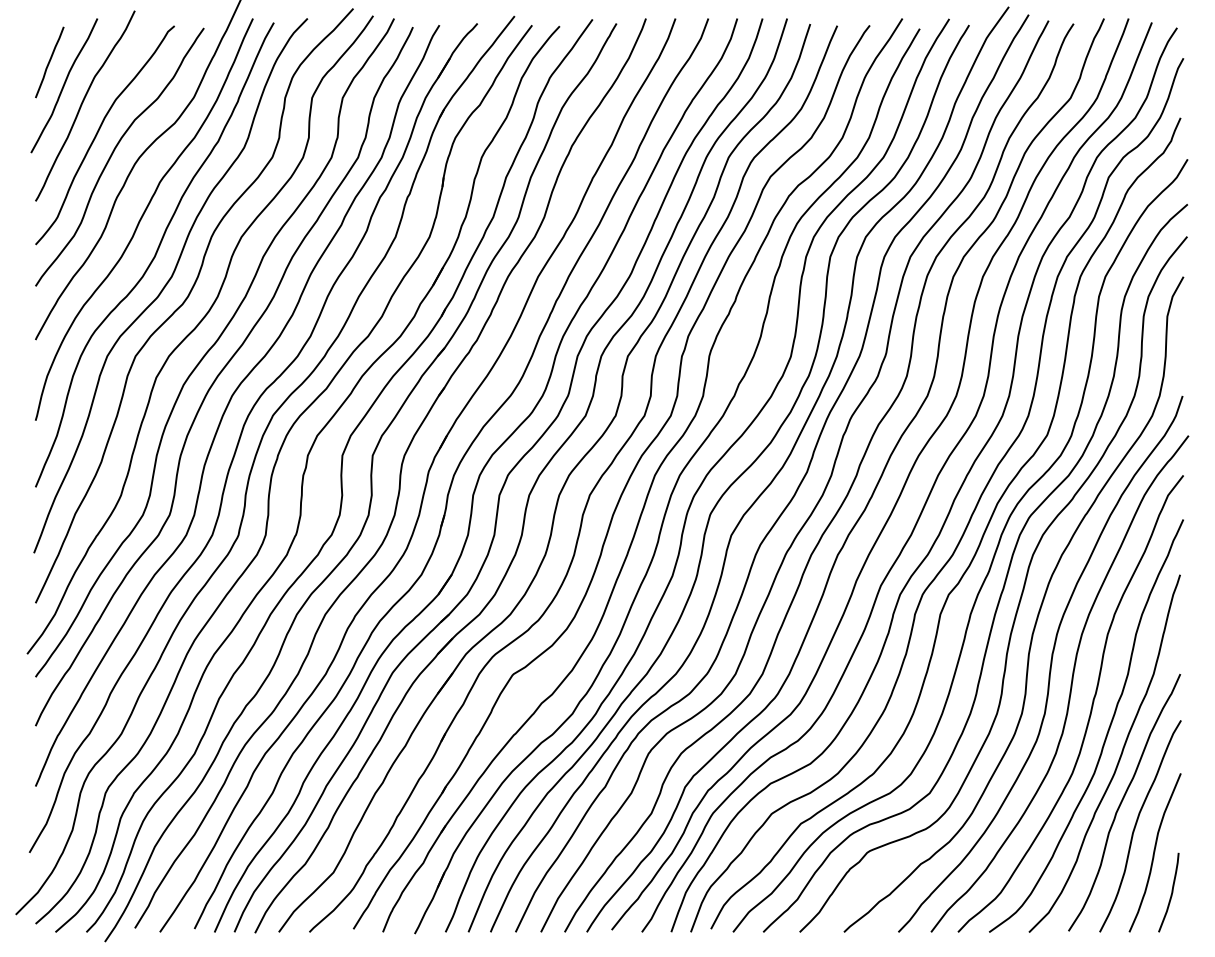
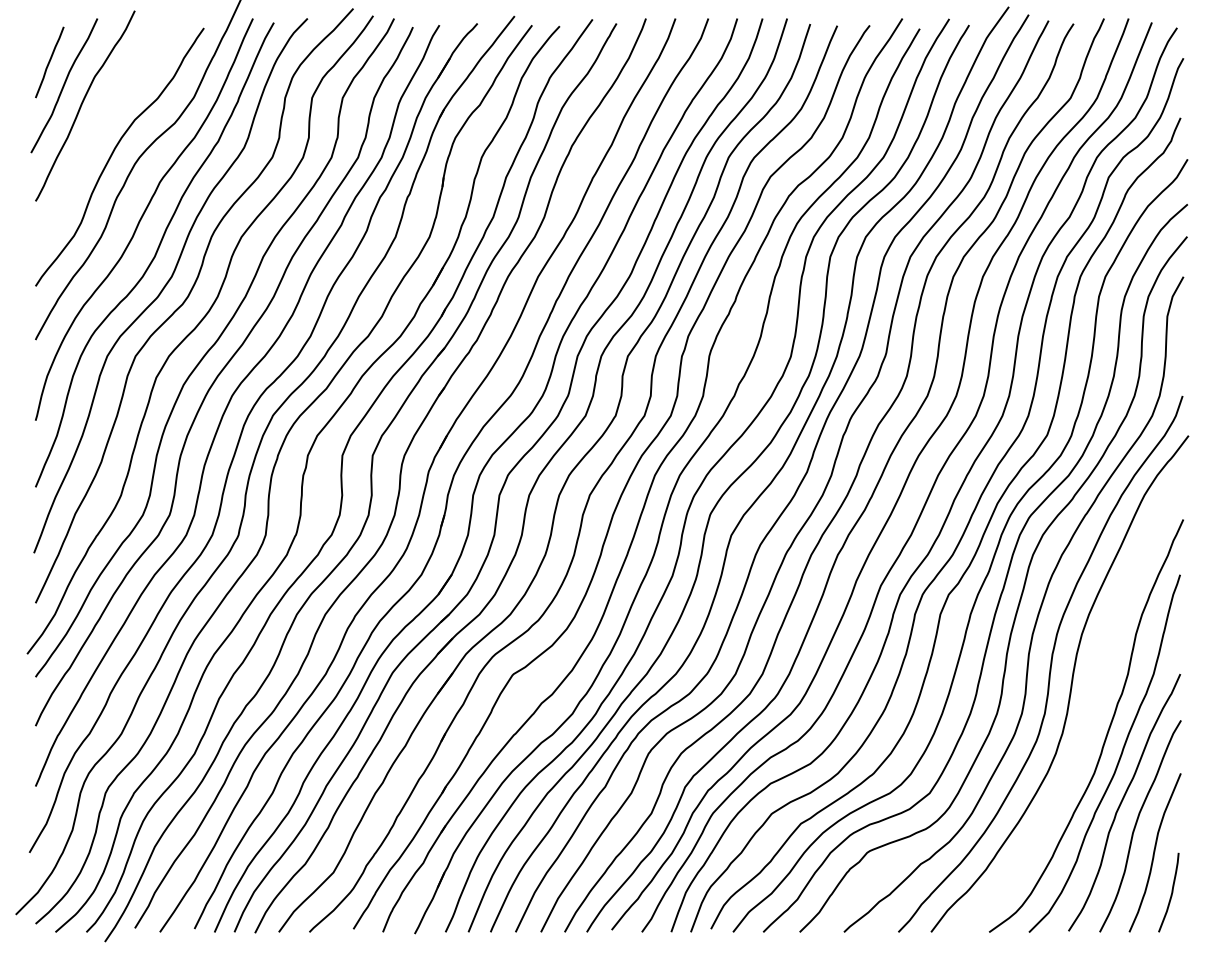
curve at (98, 133): present -> none
curve at (1090, 709): present -> none
